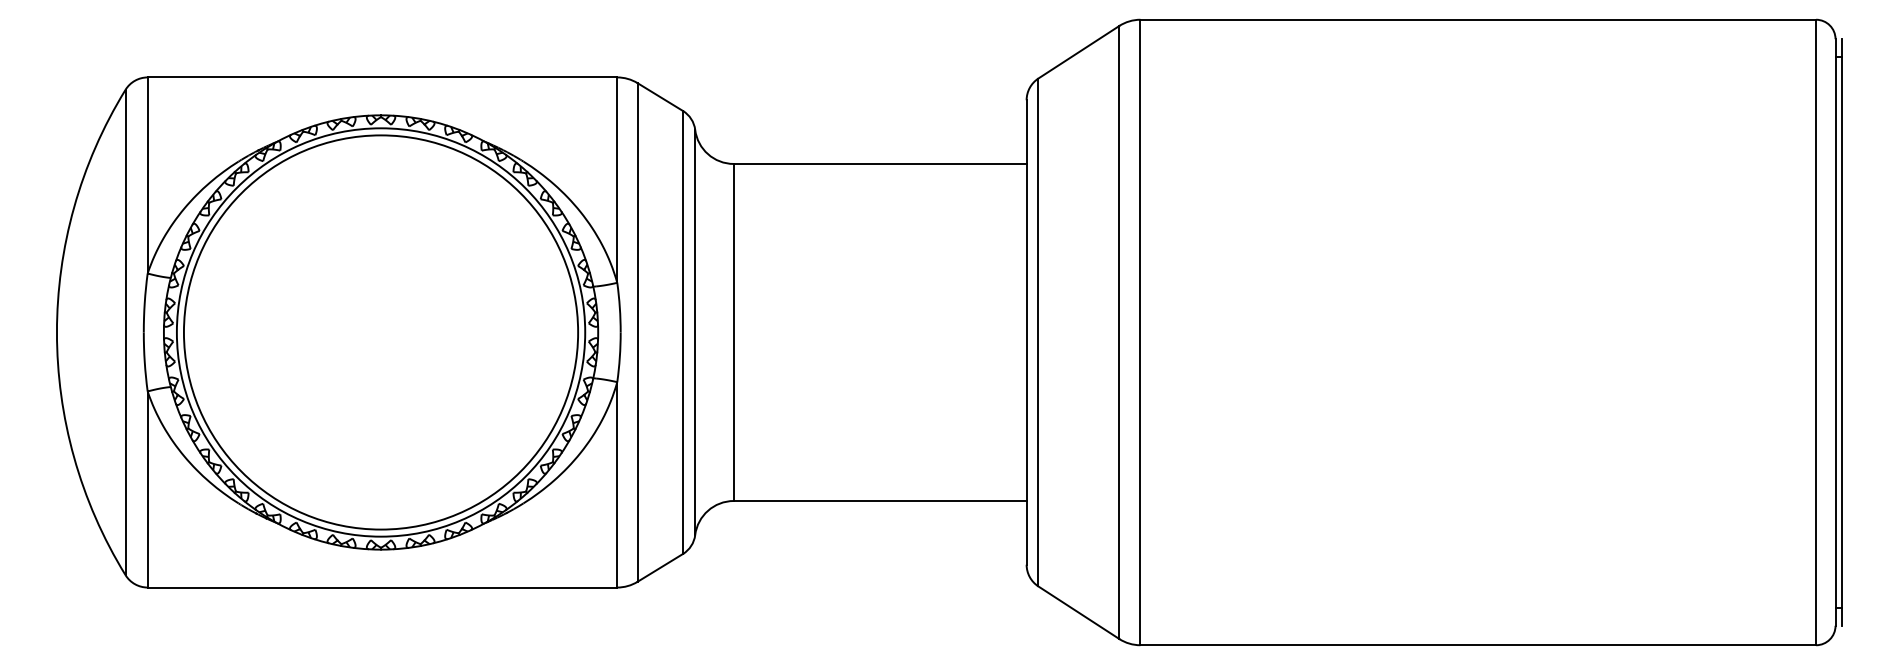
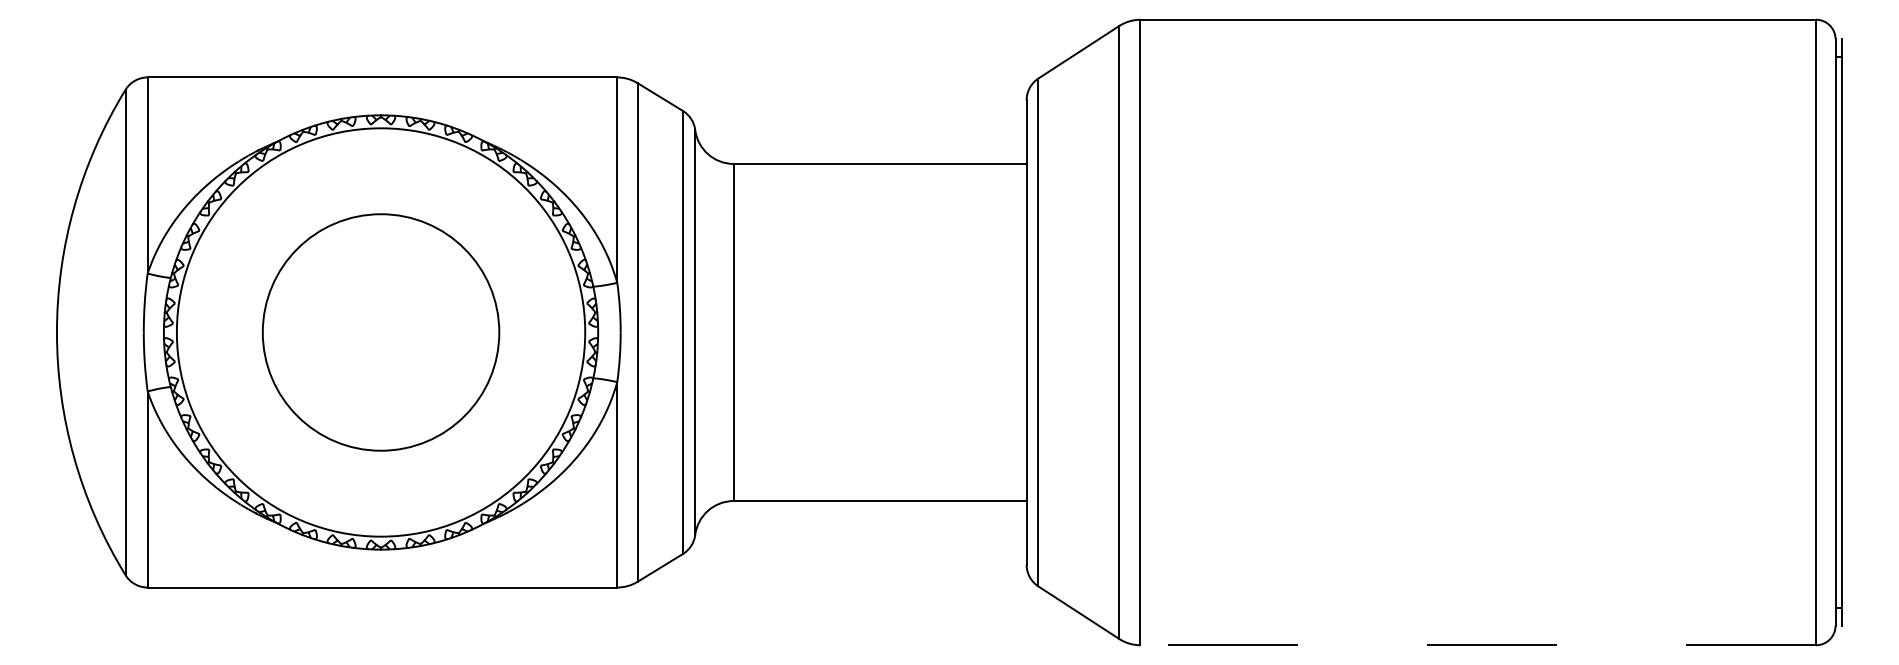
circle at (380, 332) diameter: 394 px -> 237 px
line at (1478, 645): solid -> dashed
